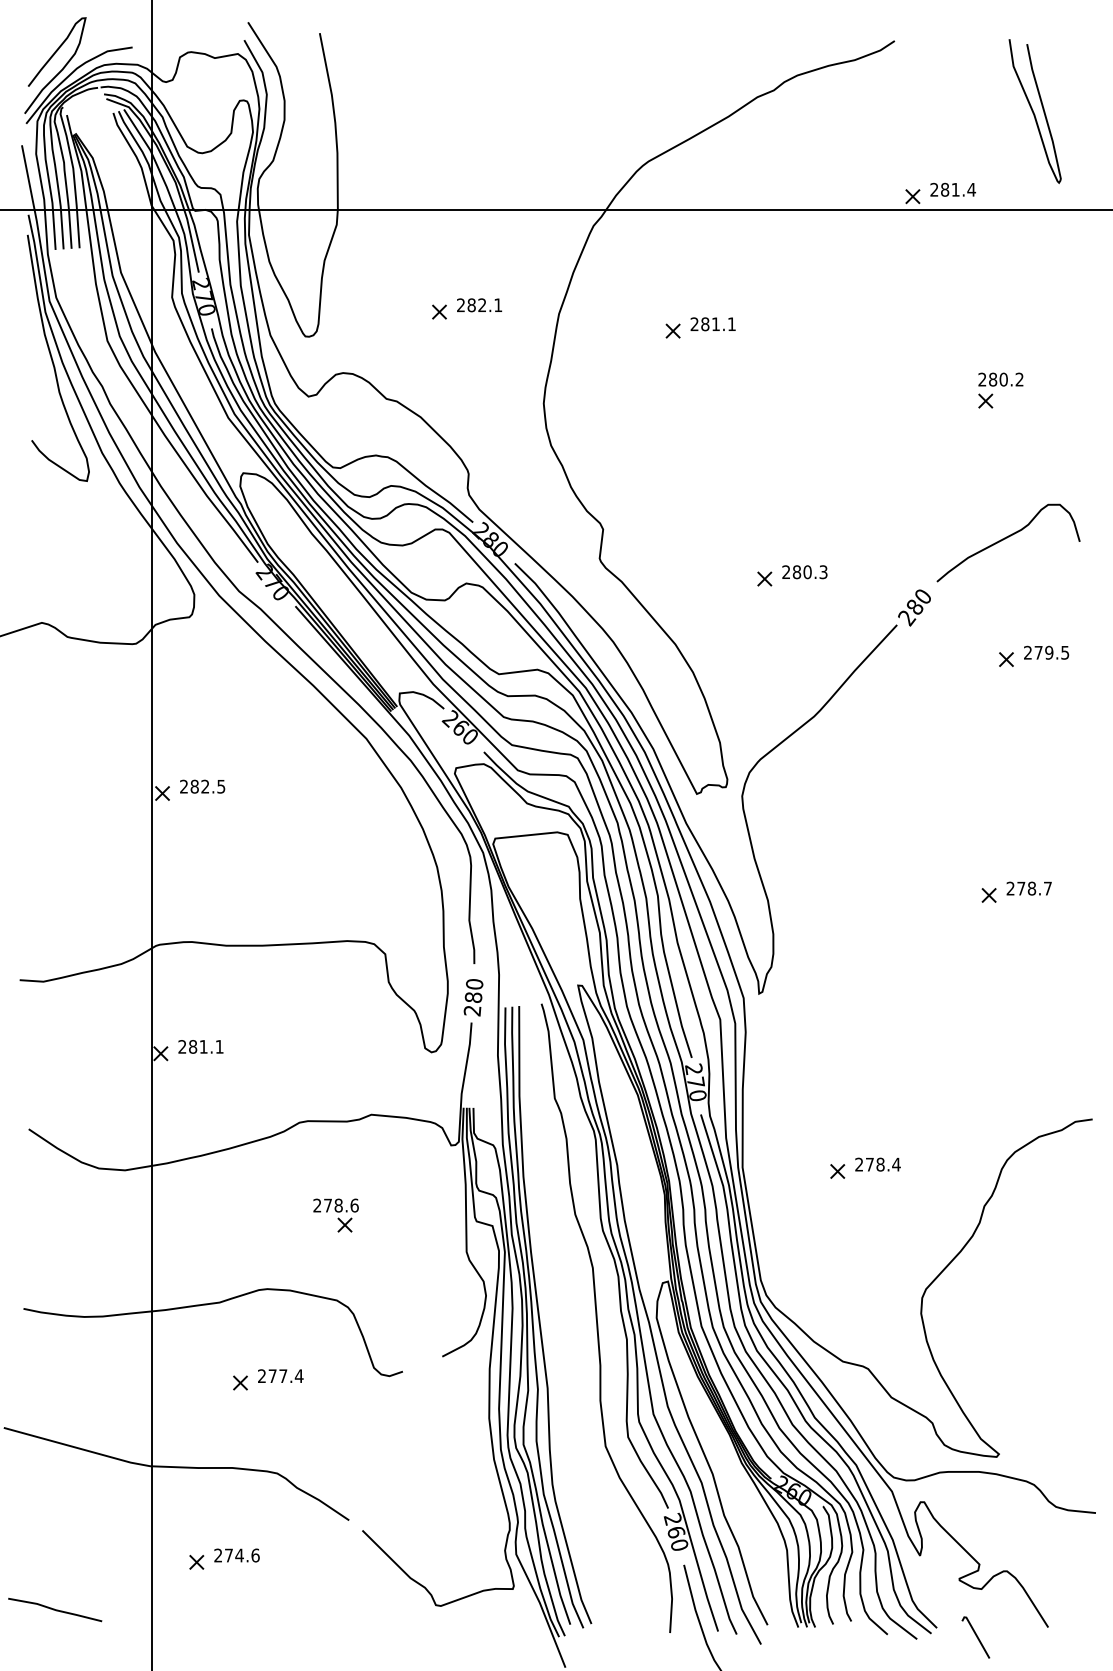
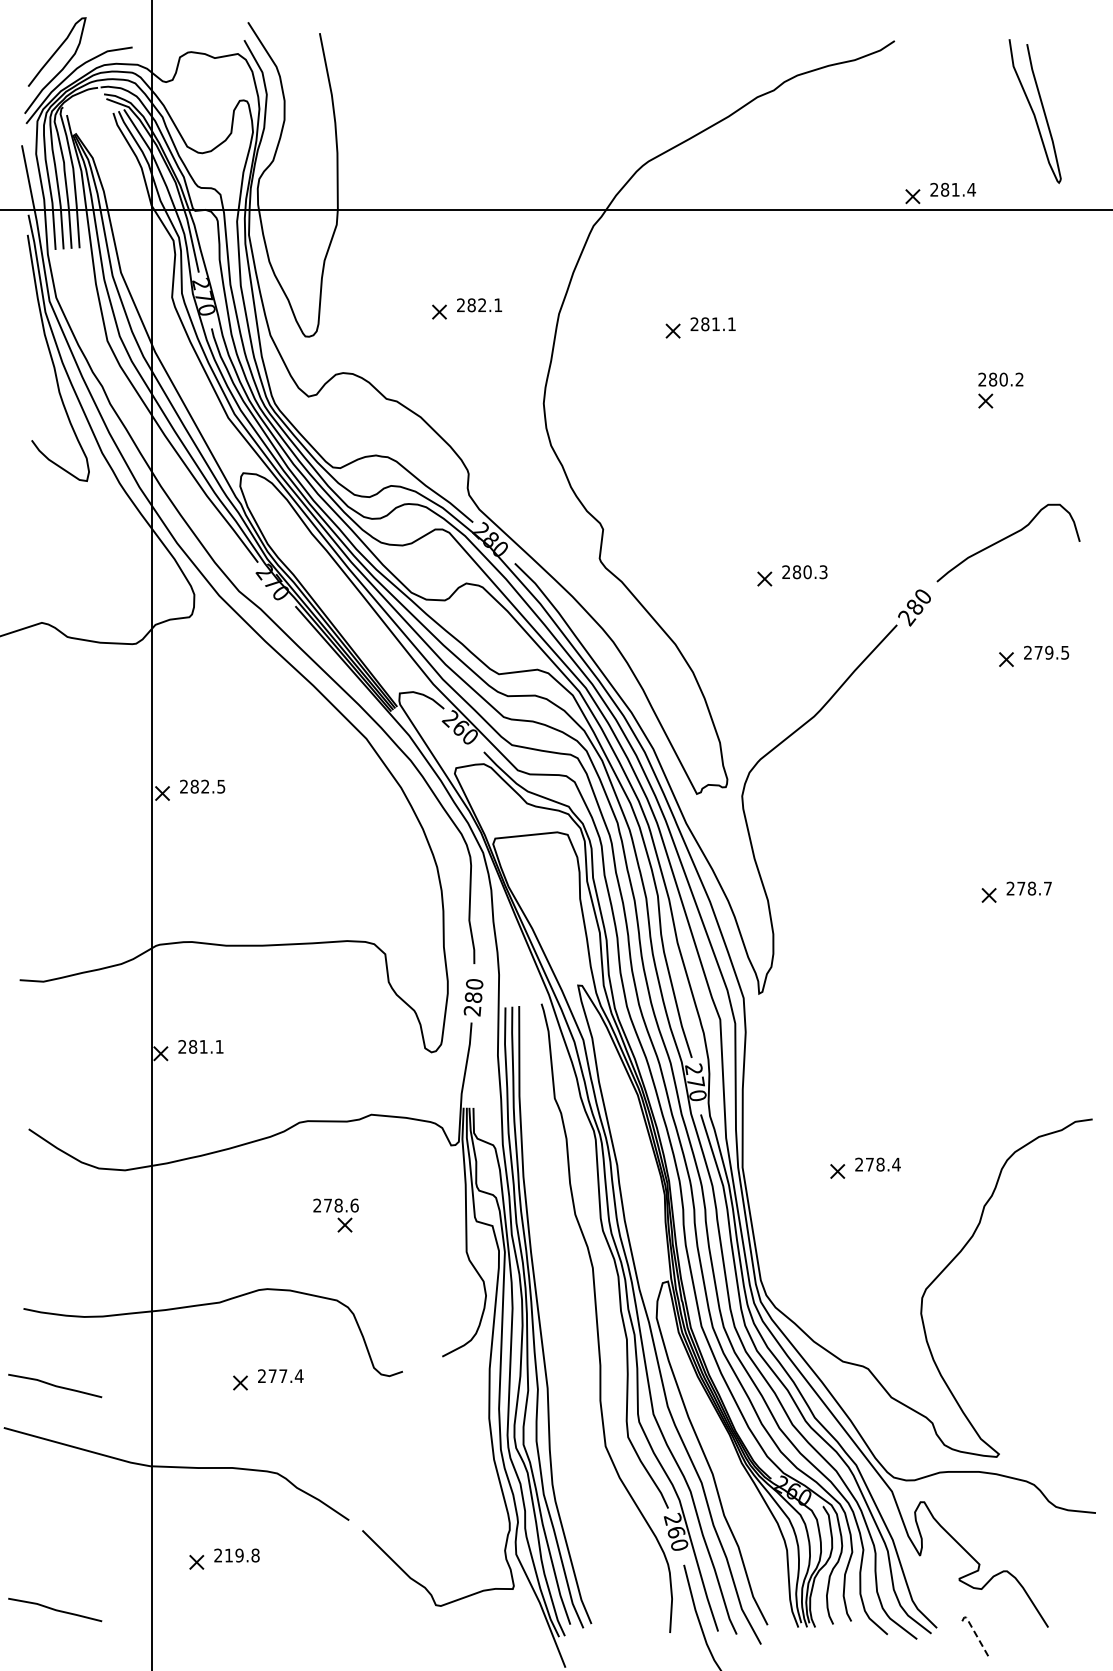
line at (55, 1385): none -> present
text at (242, 1555): 274.6 -> 219.8
line at (975, 1633): solid -> dashed
